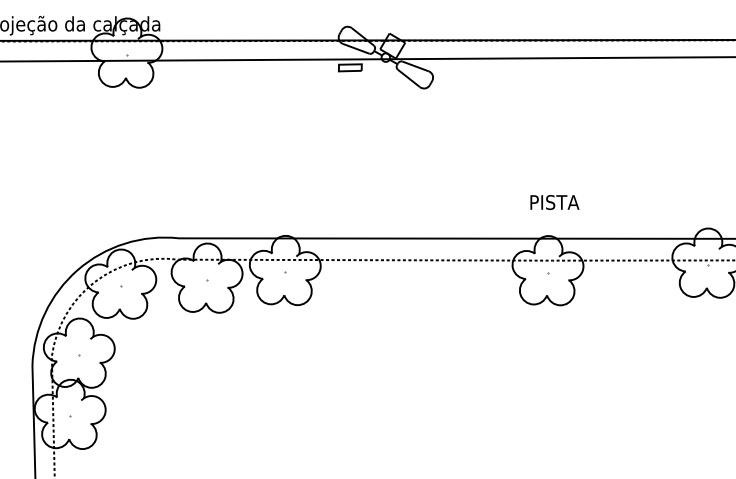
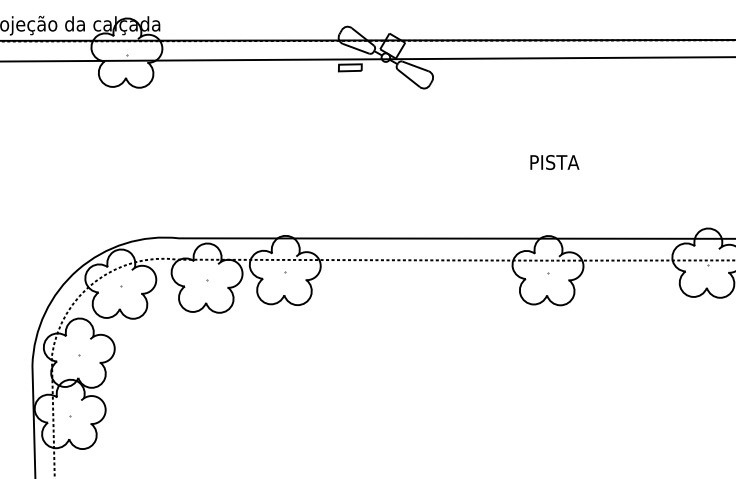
text at (554, 202) position: (554, 202) -> (554, 162)
